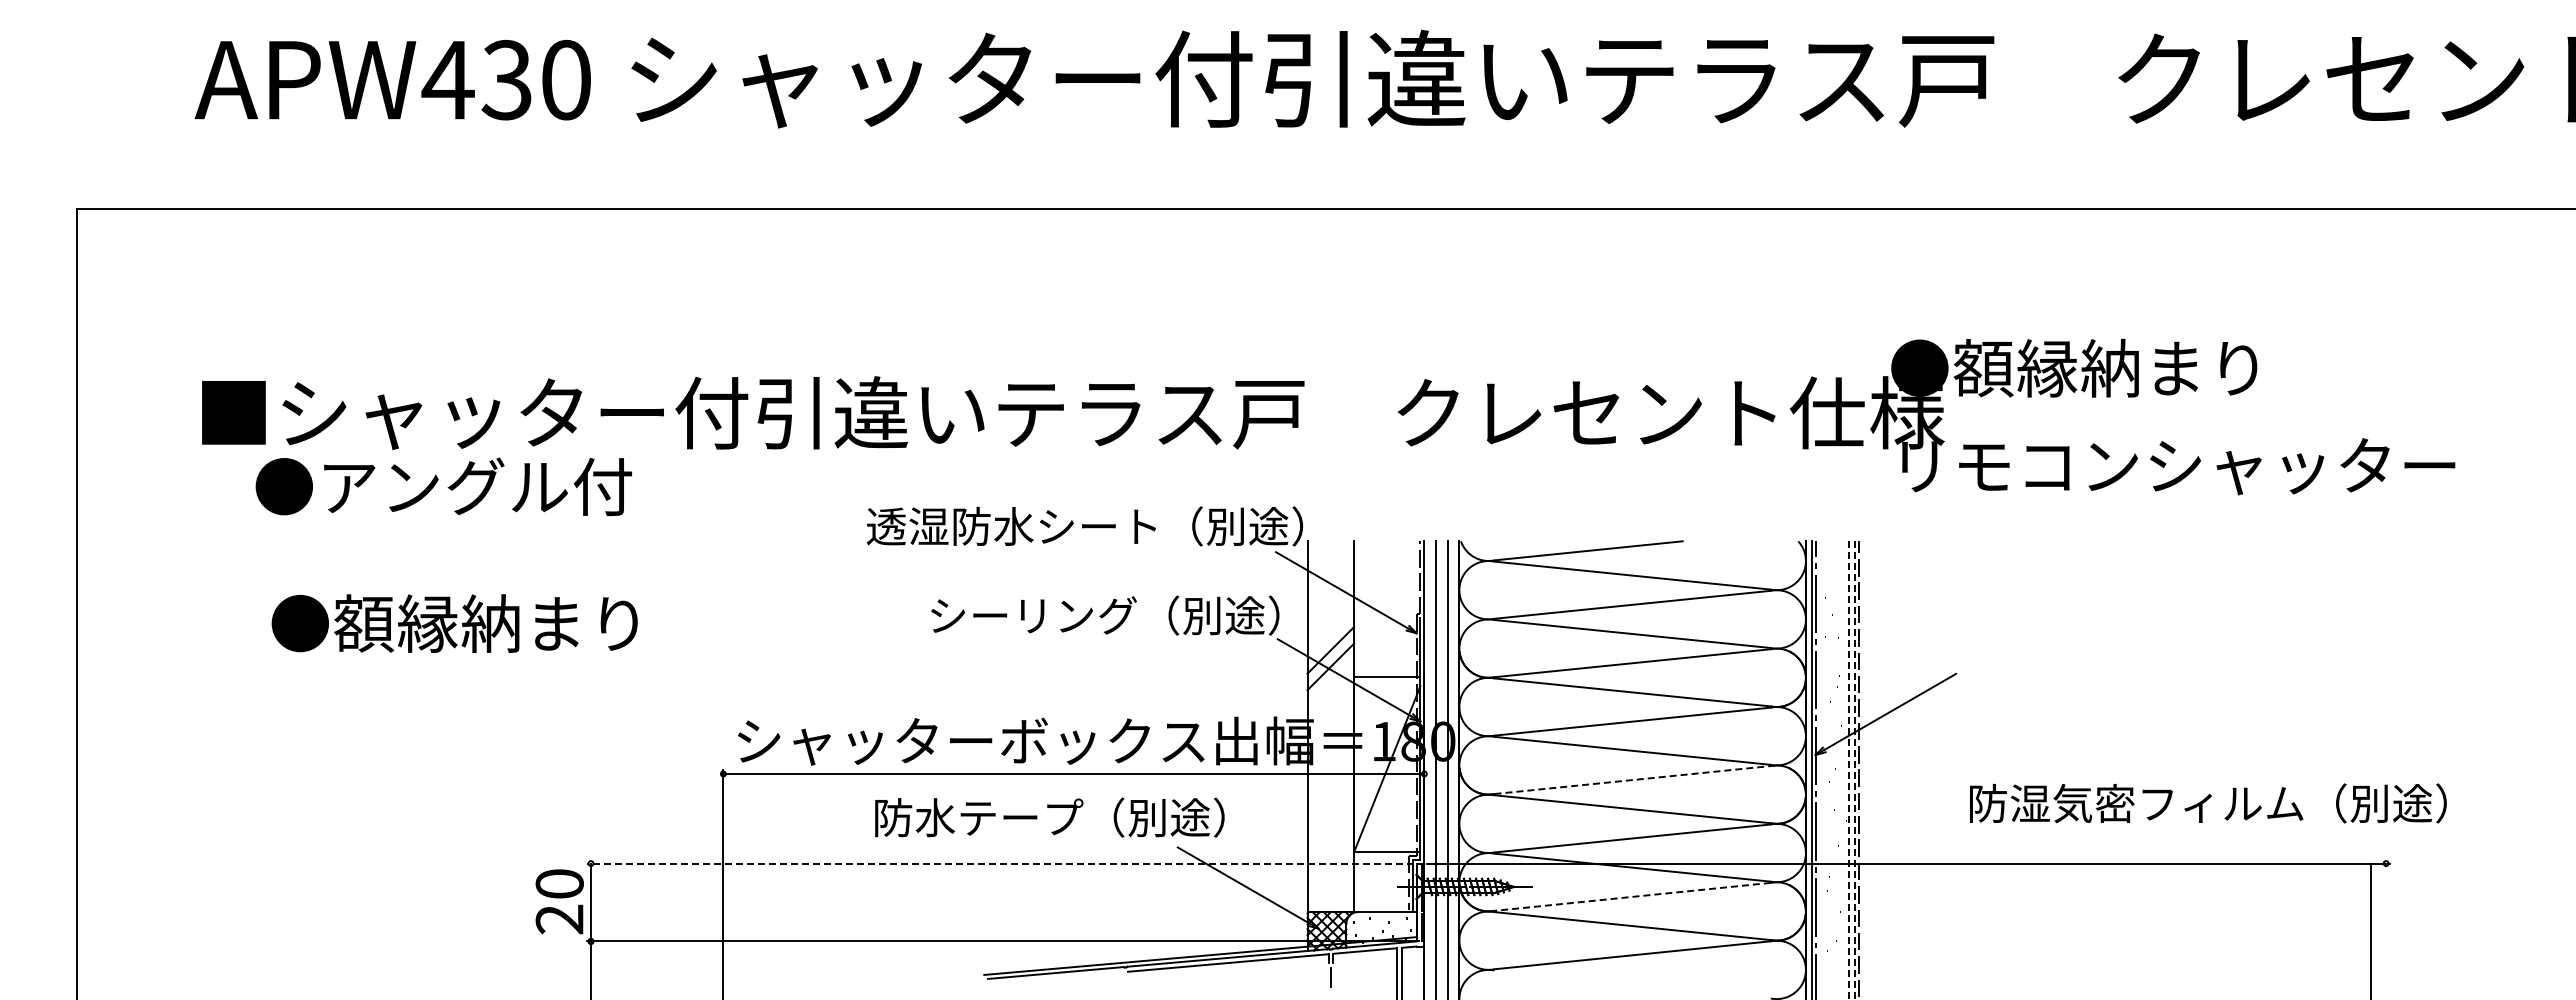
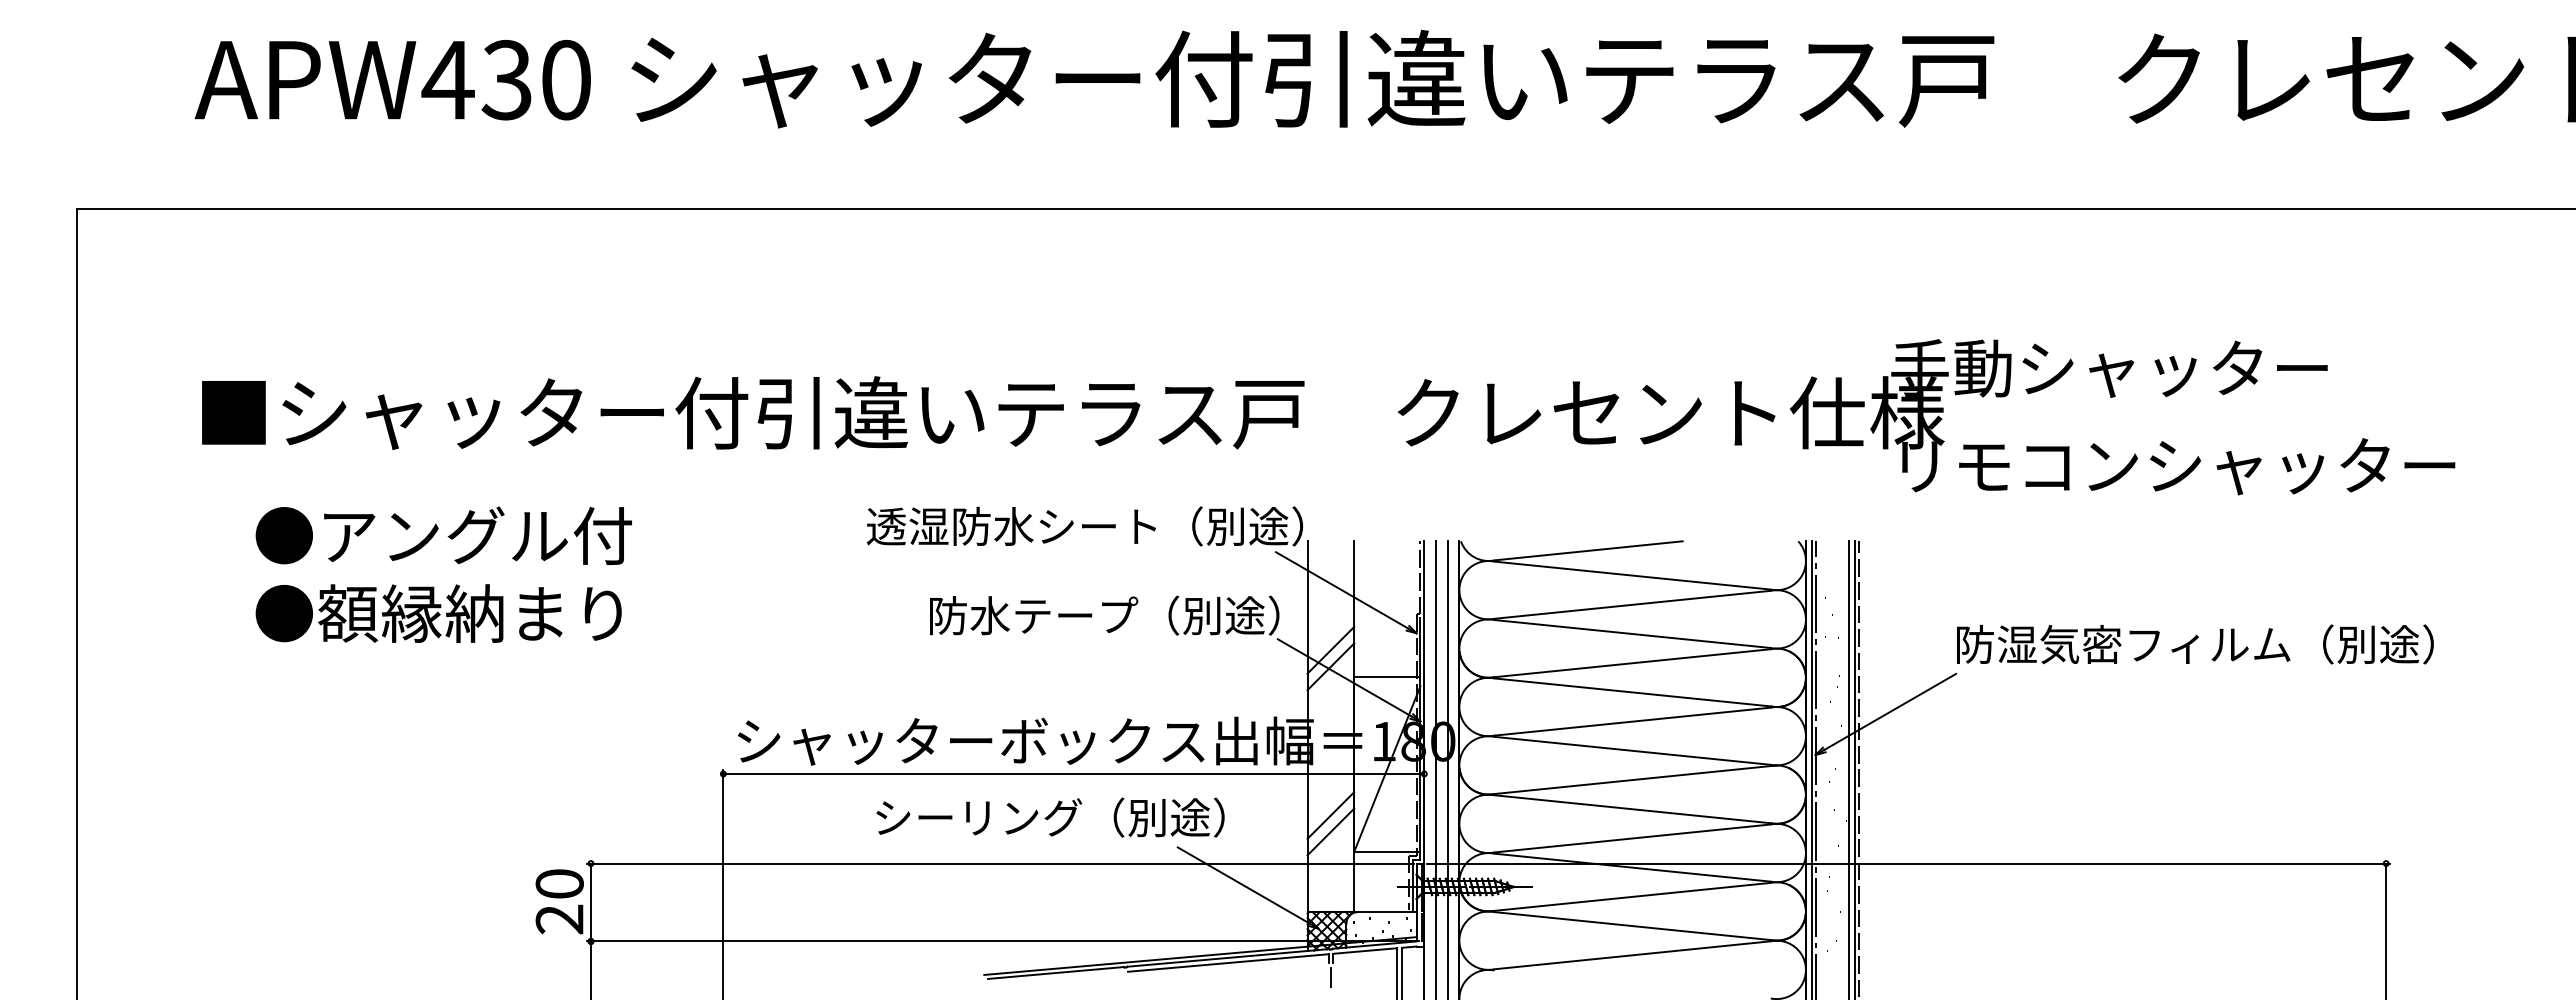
text at (2109, 367): ●額縁納まり -> 手動シャッター
text at (443, 486) position: (443, 486) -> (443, 535)
text at (1034, 615): シーリング（別途） -> 防水テープ（別途）
text at (454, 623) position: (454, 623) -> (438, 613)
line at (1848, 770): dashed -> solid
line at (1854, 770): dashed -> solid
line at (1635, 779): dashed -> solid
text at (2208, 803) position: (2208, 803) -> (2195, 644)
line at (1330, 815): none -> present
text at (979, 817): 防水テープ（別途） -> シーリング（別途）
line at (1330, 831): none -> present
line at (999, 863): dashed -> solid
line at (1632, 896): dashed -> solid
line at (2371, 929) position: (2371, 929) -> (2386, 929)
